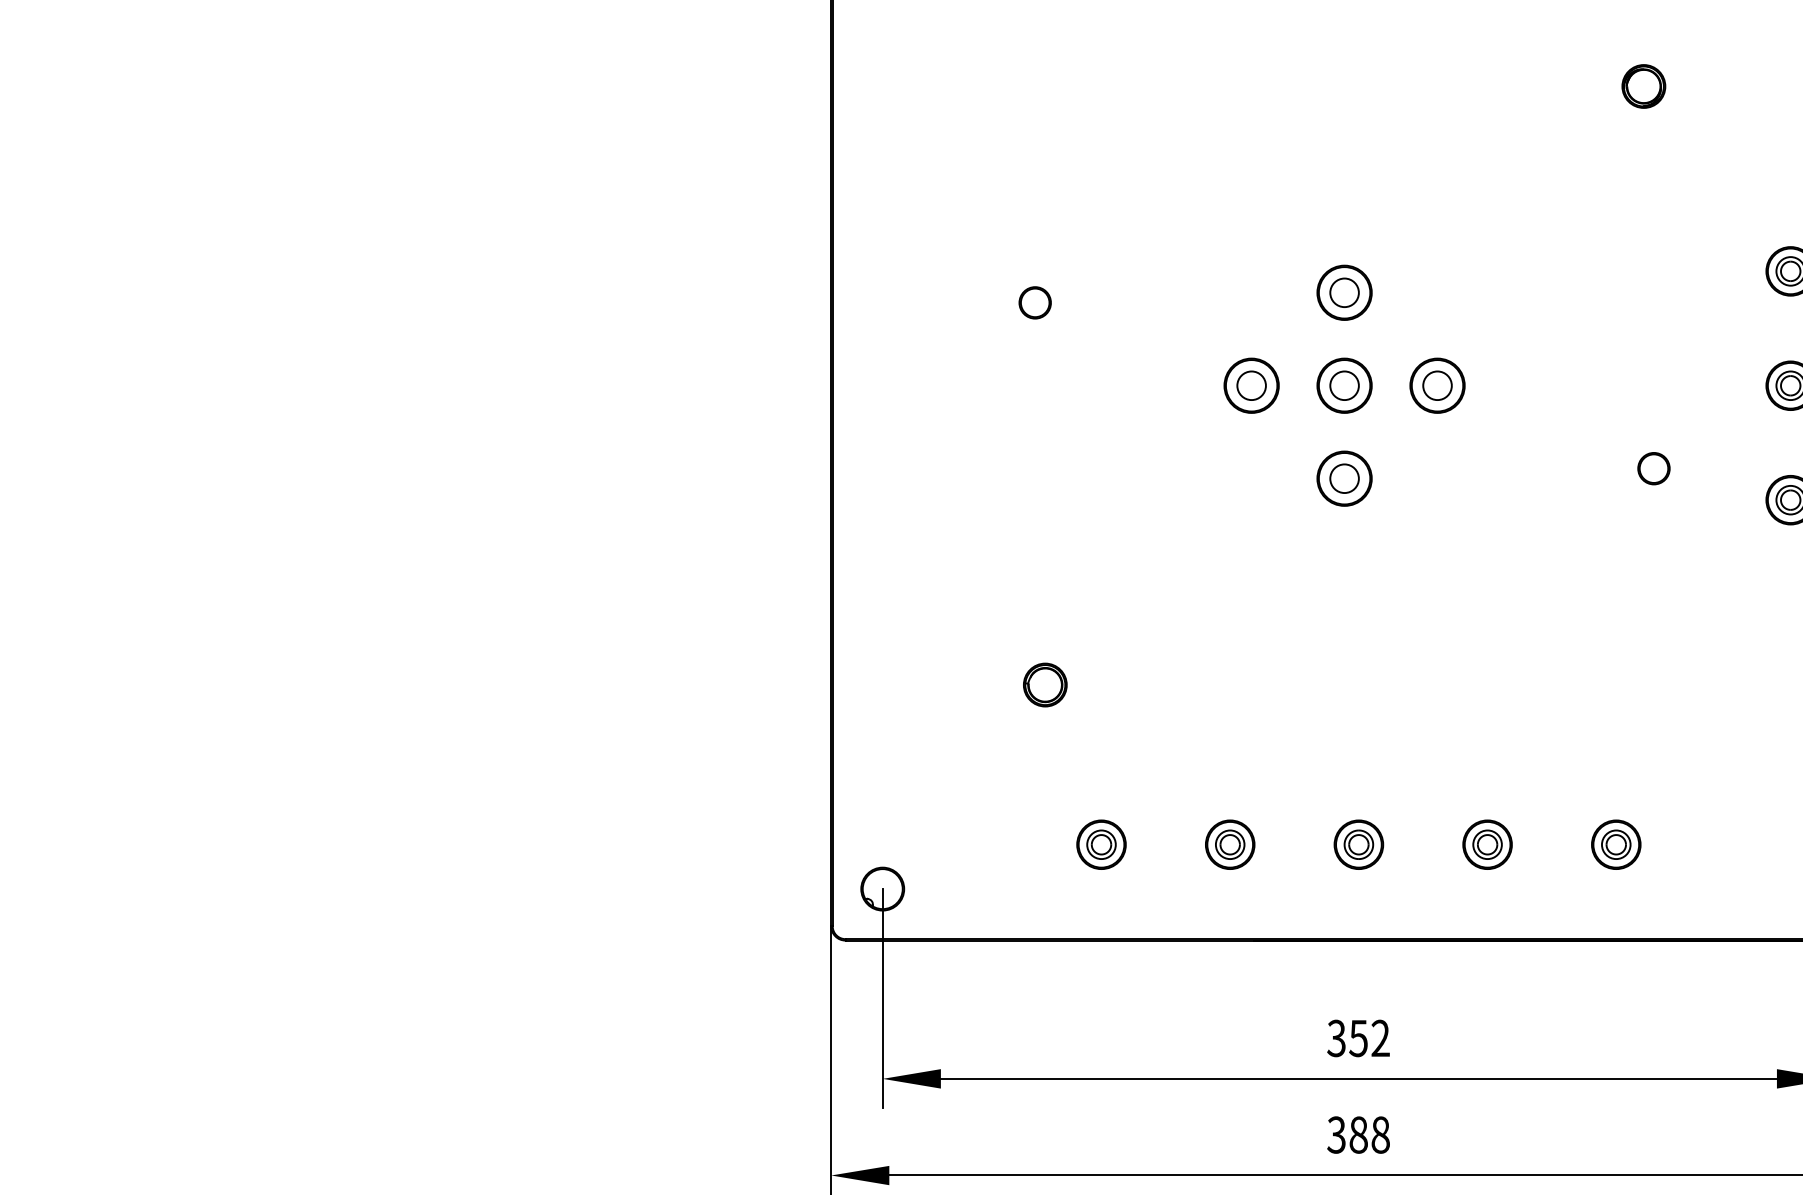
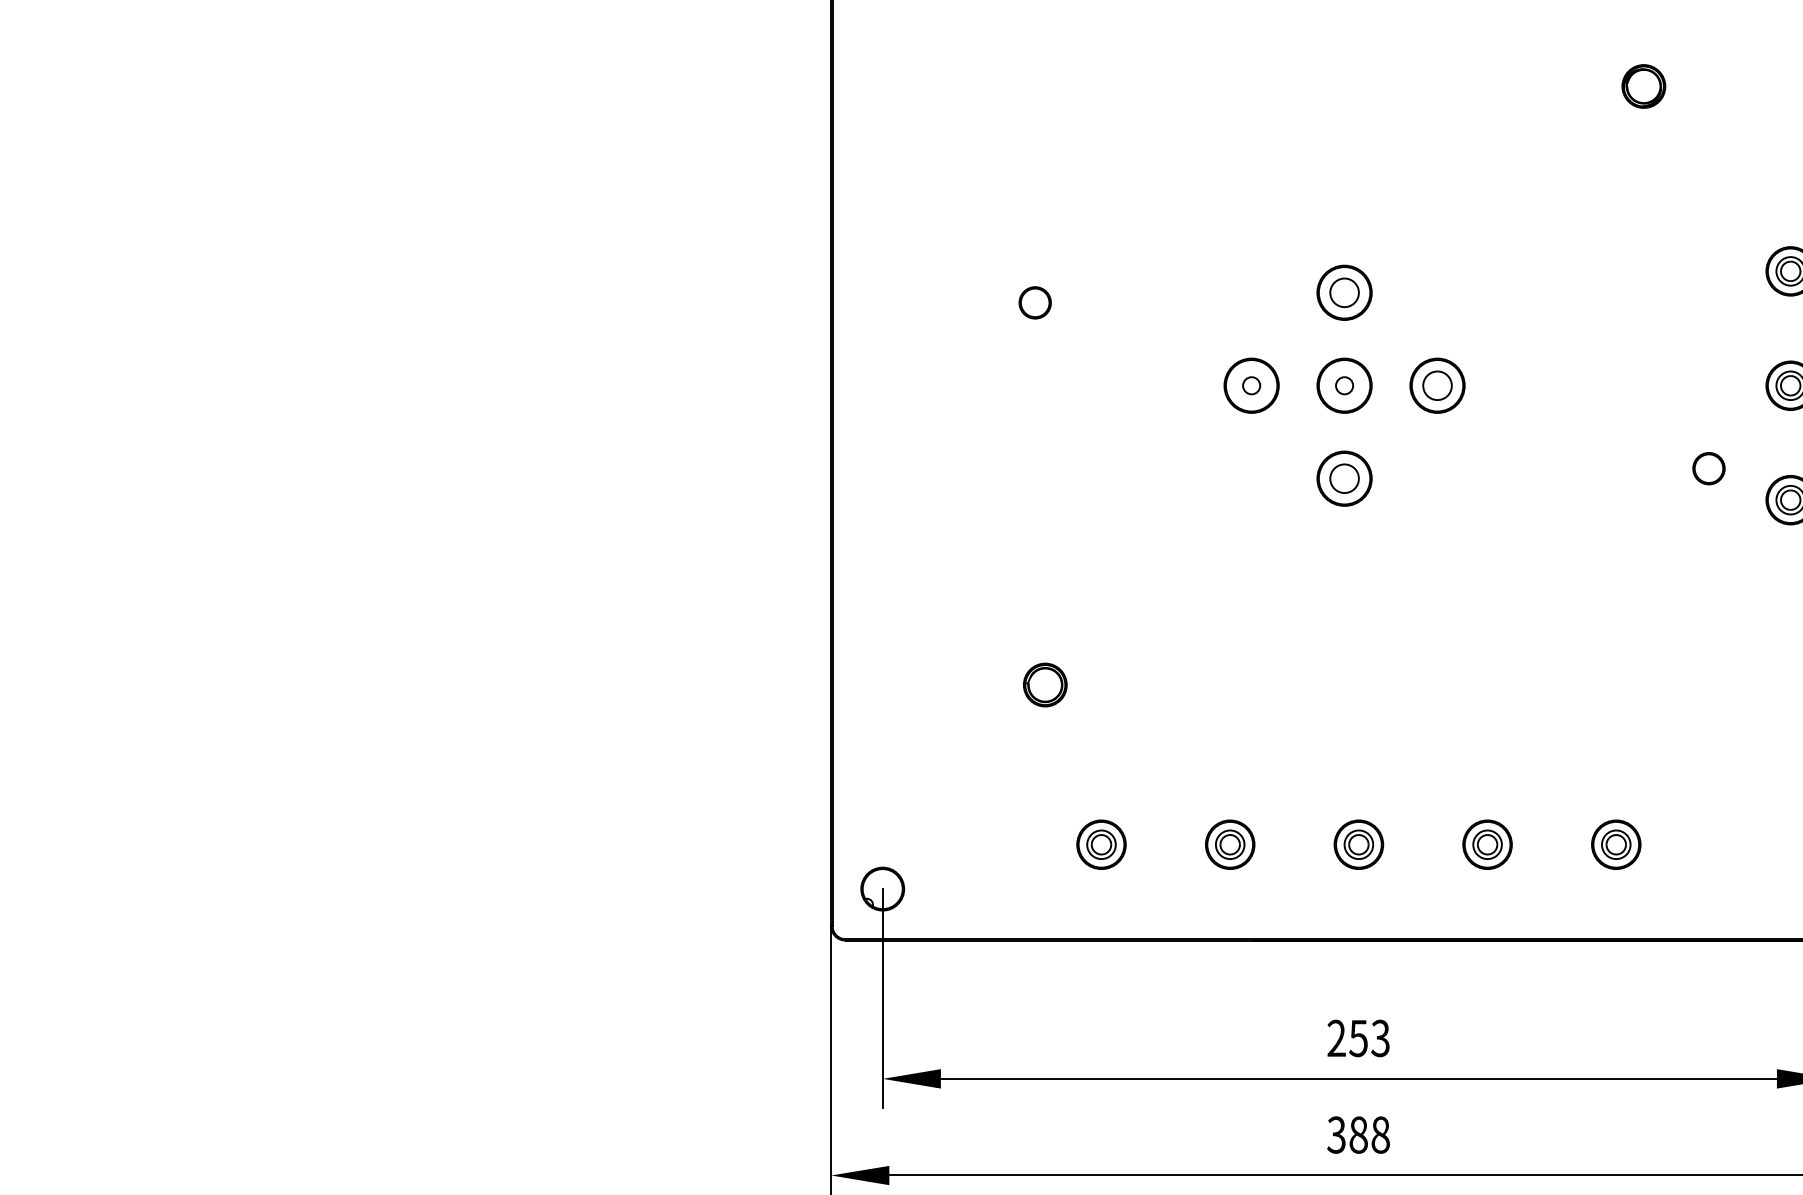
circle at (1251, 385) diameter: 29 px -> 17 px
circle at (1344, 385) diameter: 29 px -> 17 px
circle at (1653, 468) position: (1653, 468) -> (1708, 468)
text at (1358, 1038): 352 -> 253
